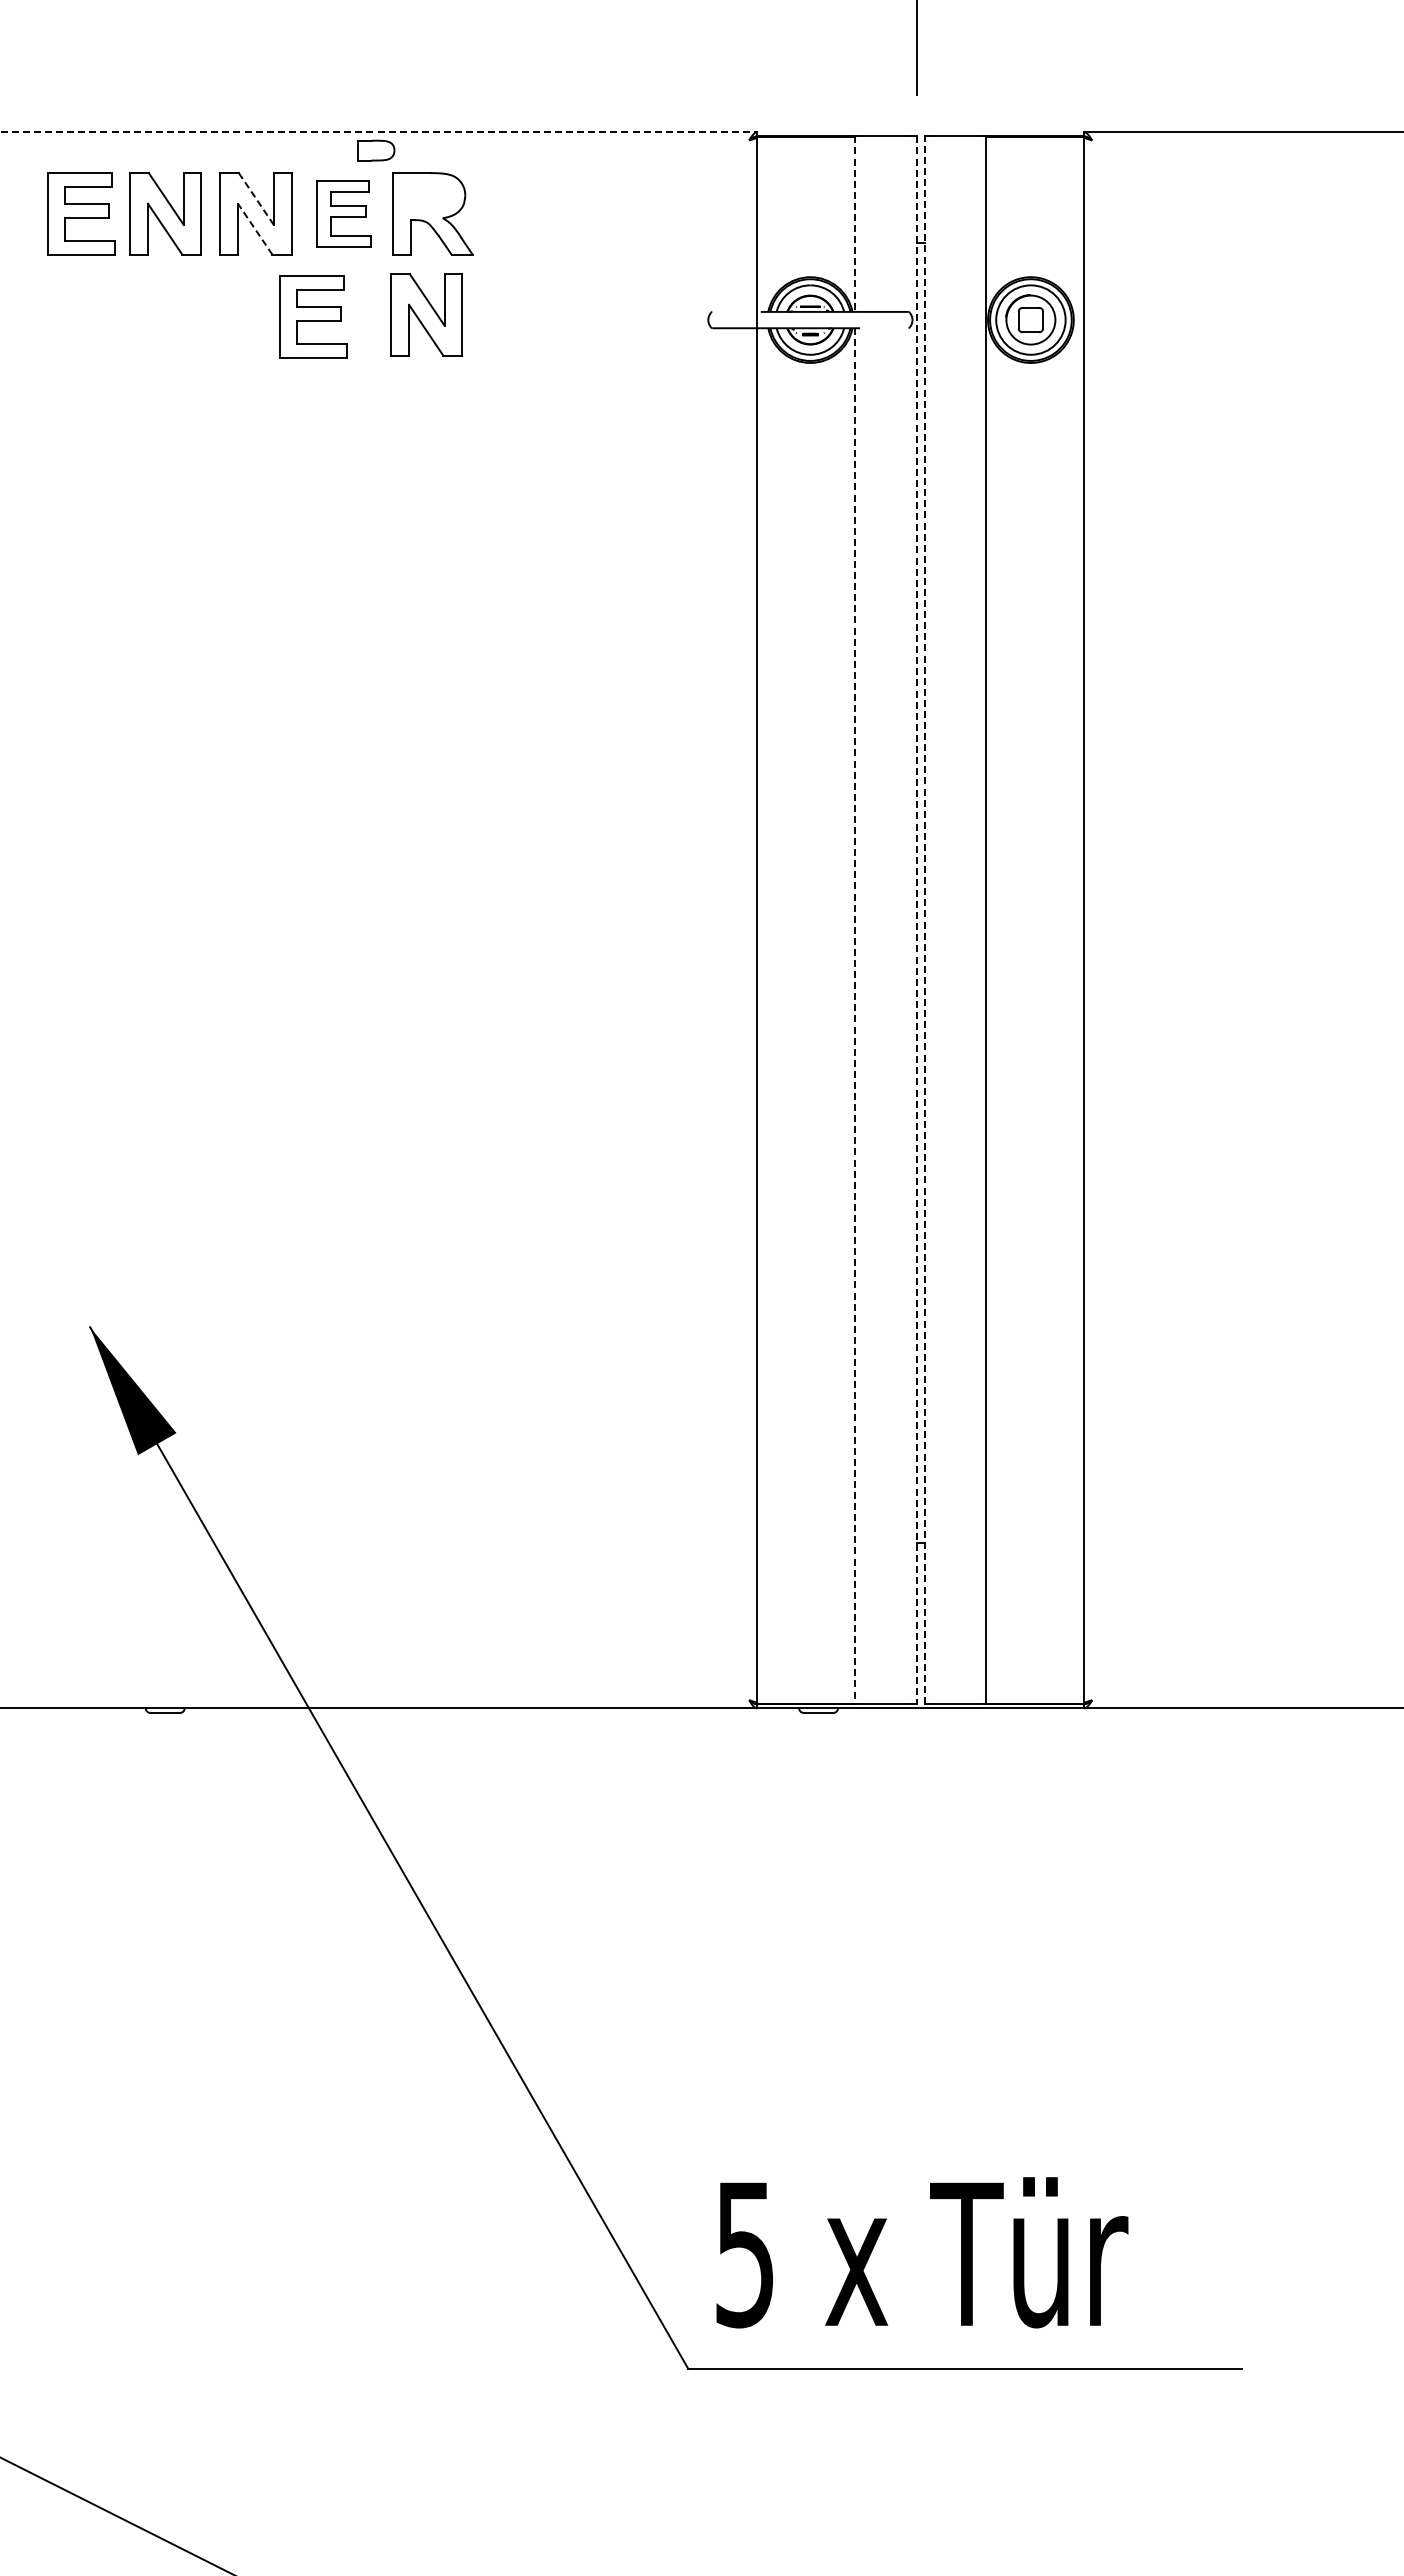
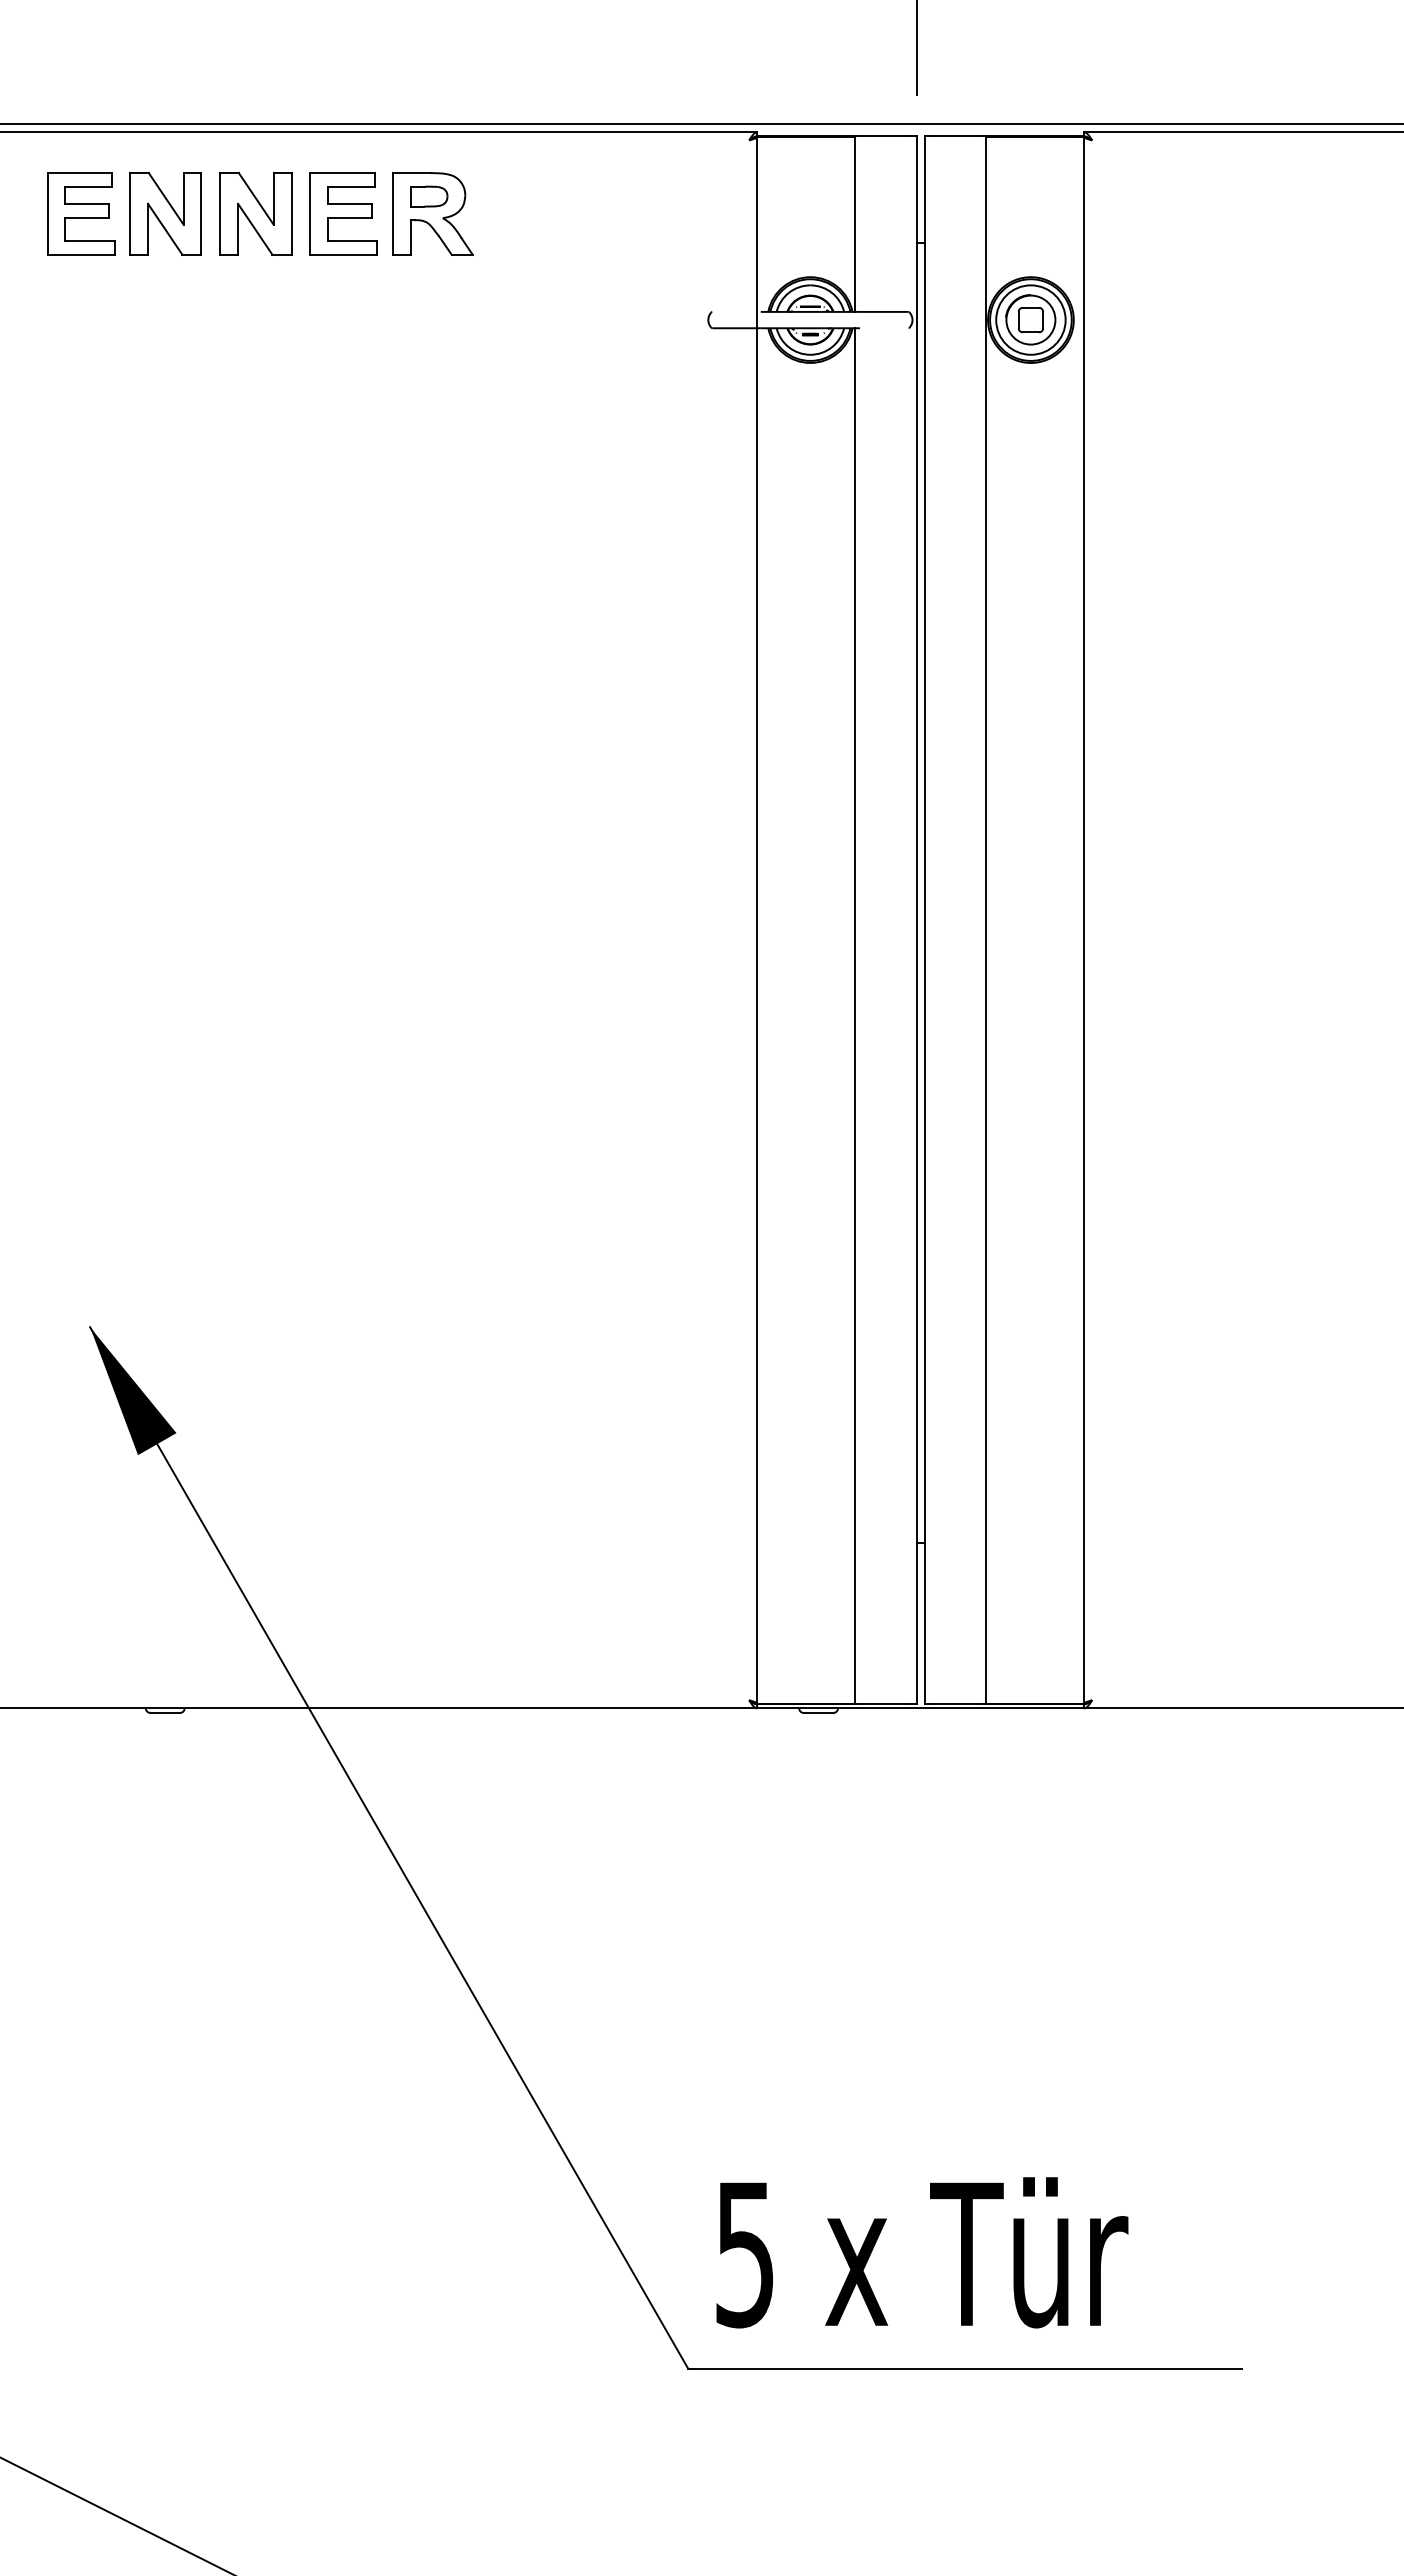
line at (701, 124): none -> present
line at (379, 132): dashed -> solid
part at (376, 150) position: (376, 150) -> (429, 196)
line at (256, 199): dashed -> solid
part at (343, 213) size: 56x68 px -> 69x84 px
line at (855, 224): dashed -> solid
line at (255, 229): dashed -> solid
part at (426, 314): present -> none
part at (313, 316): present -> none
line at (924, 919): dashed -> solid
line at (916, 920): dashed -> solid
line at (855, 1016): dashed -> solid
